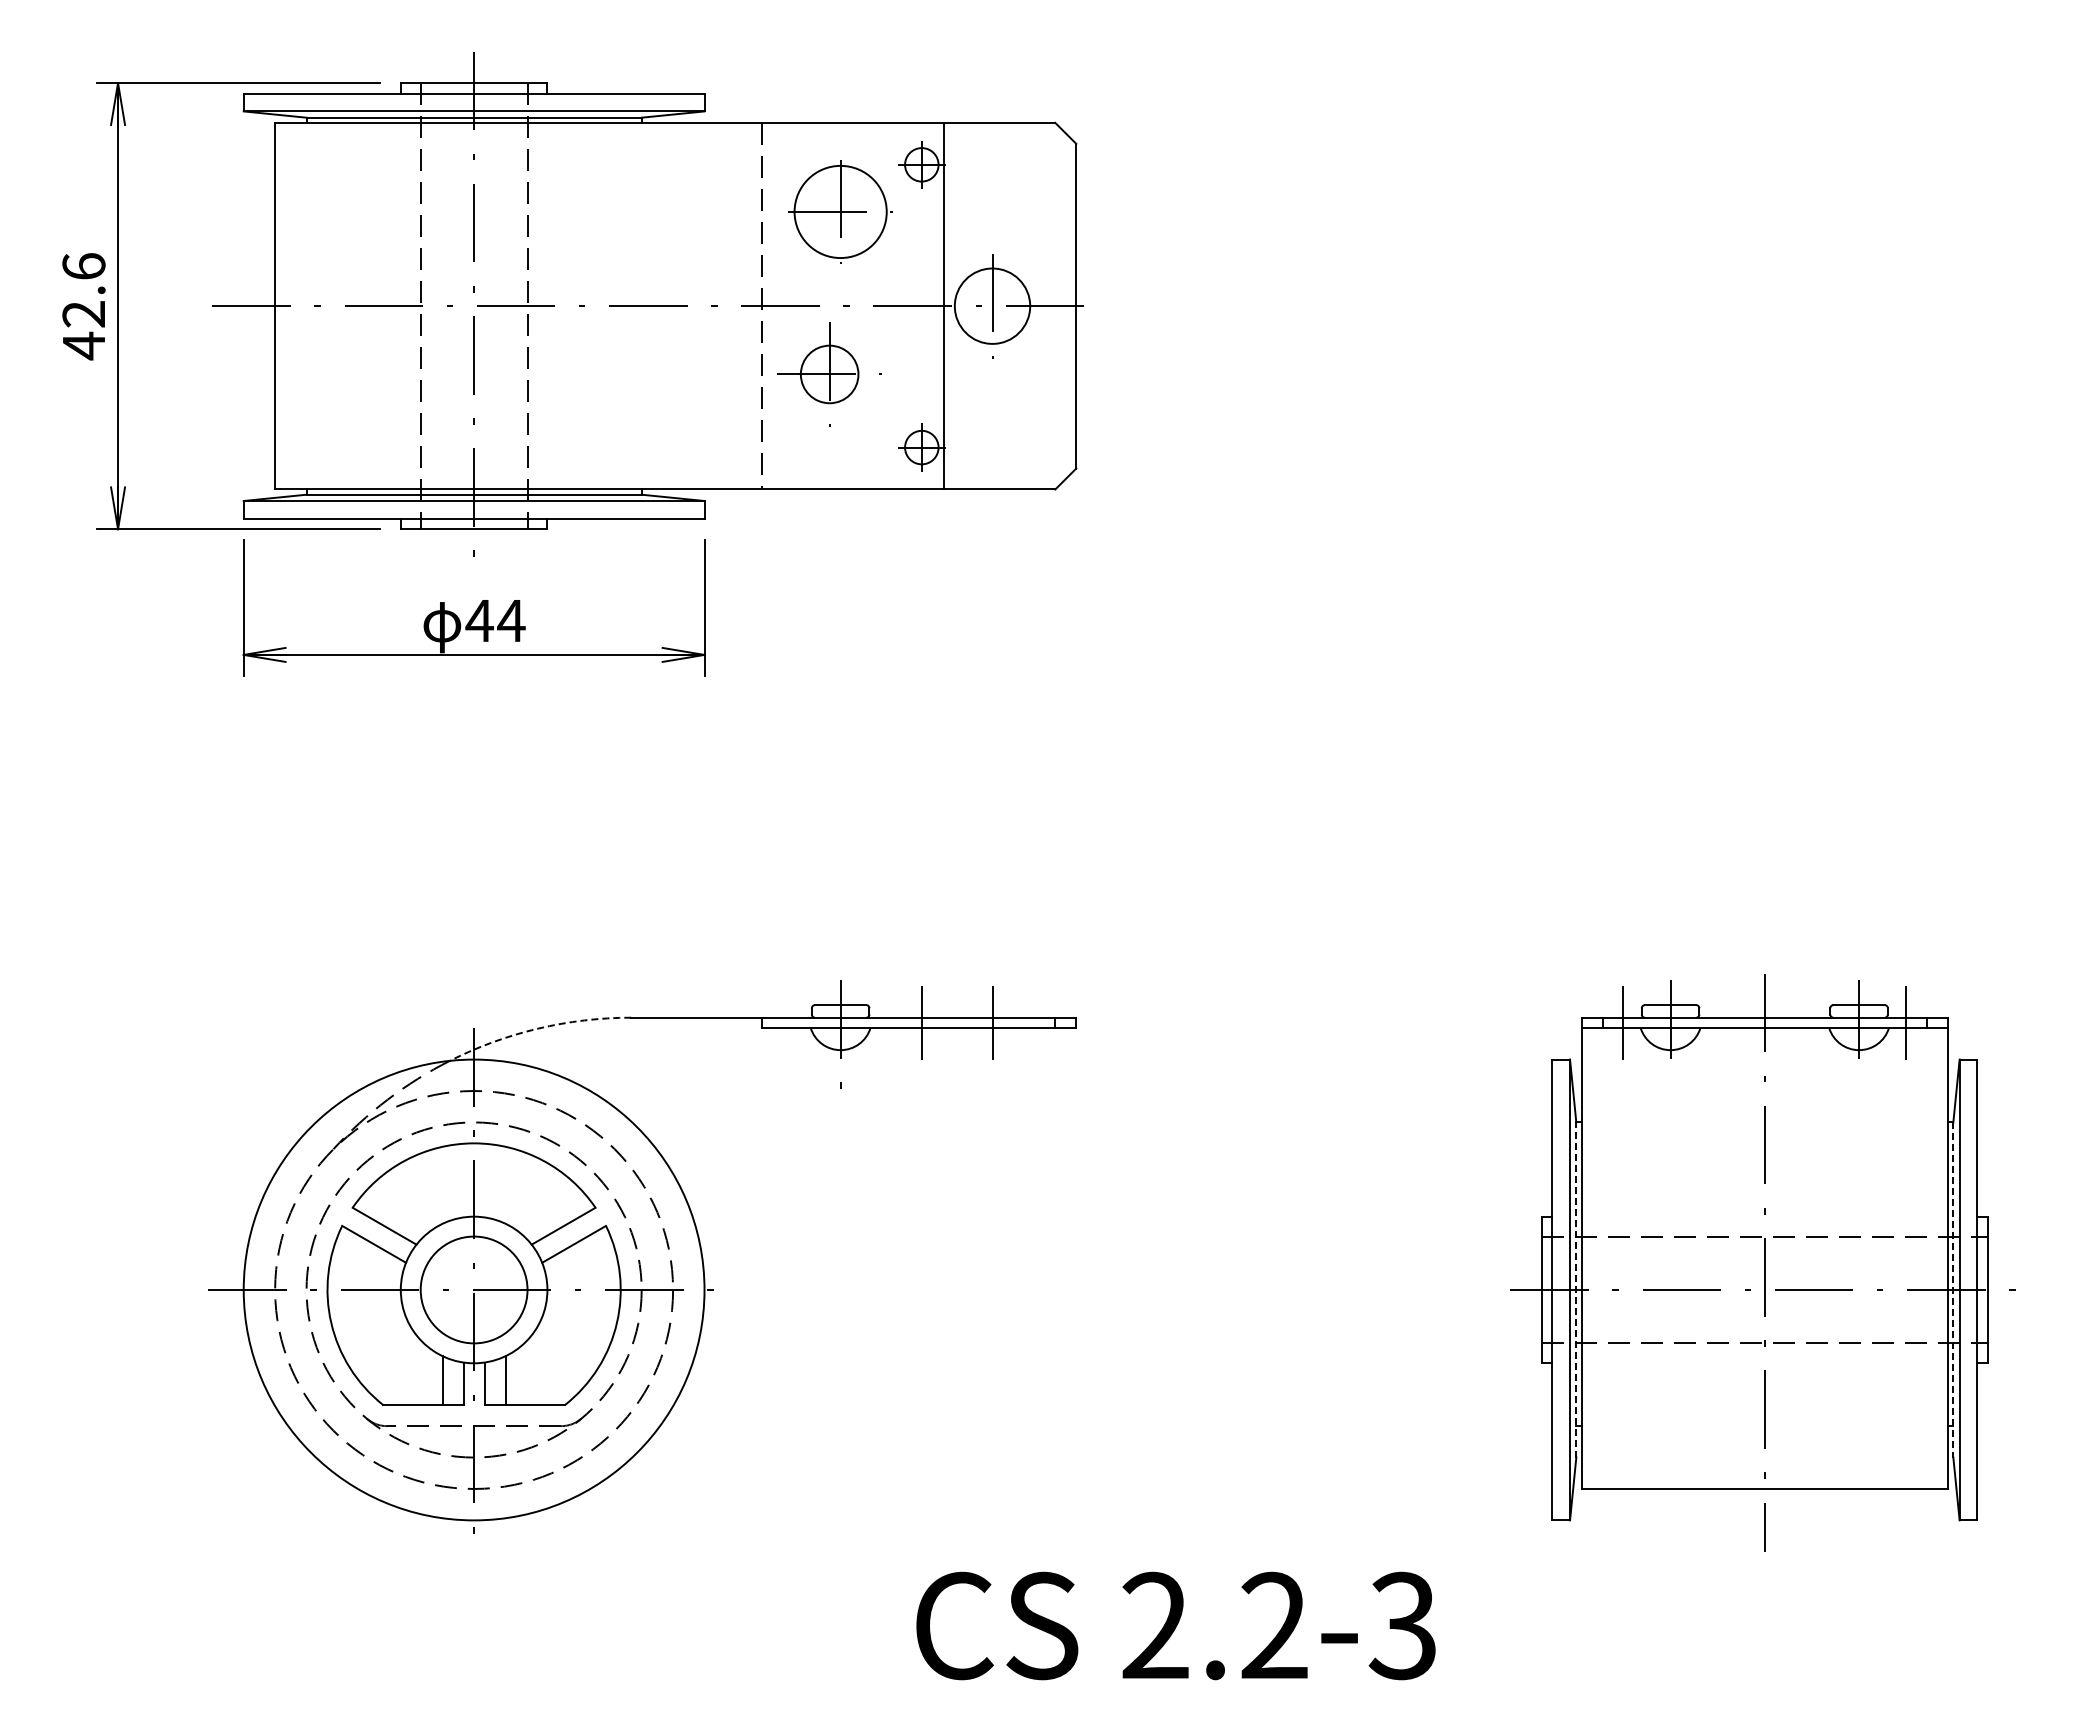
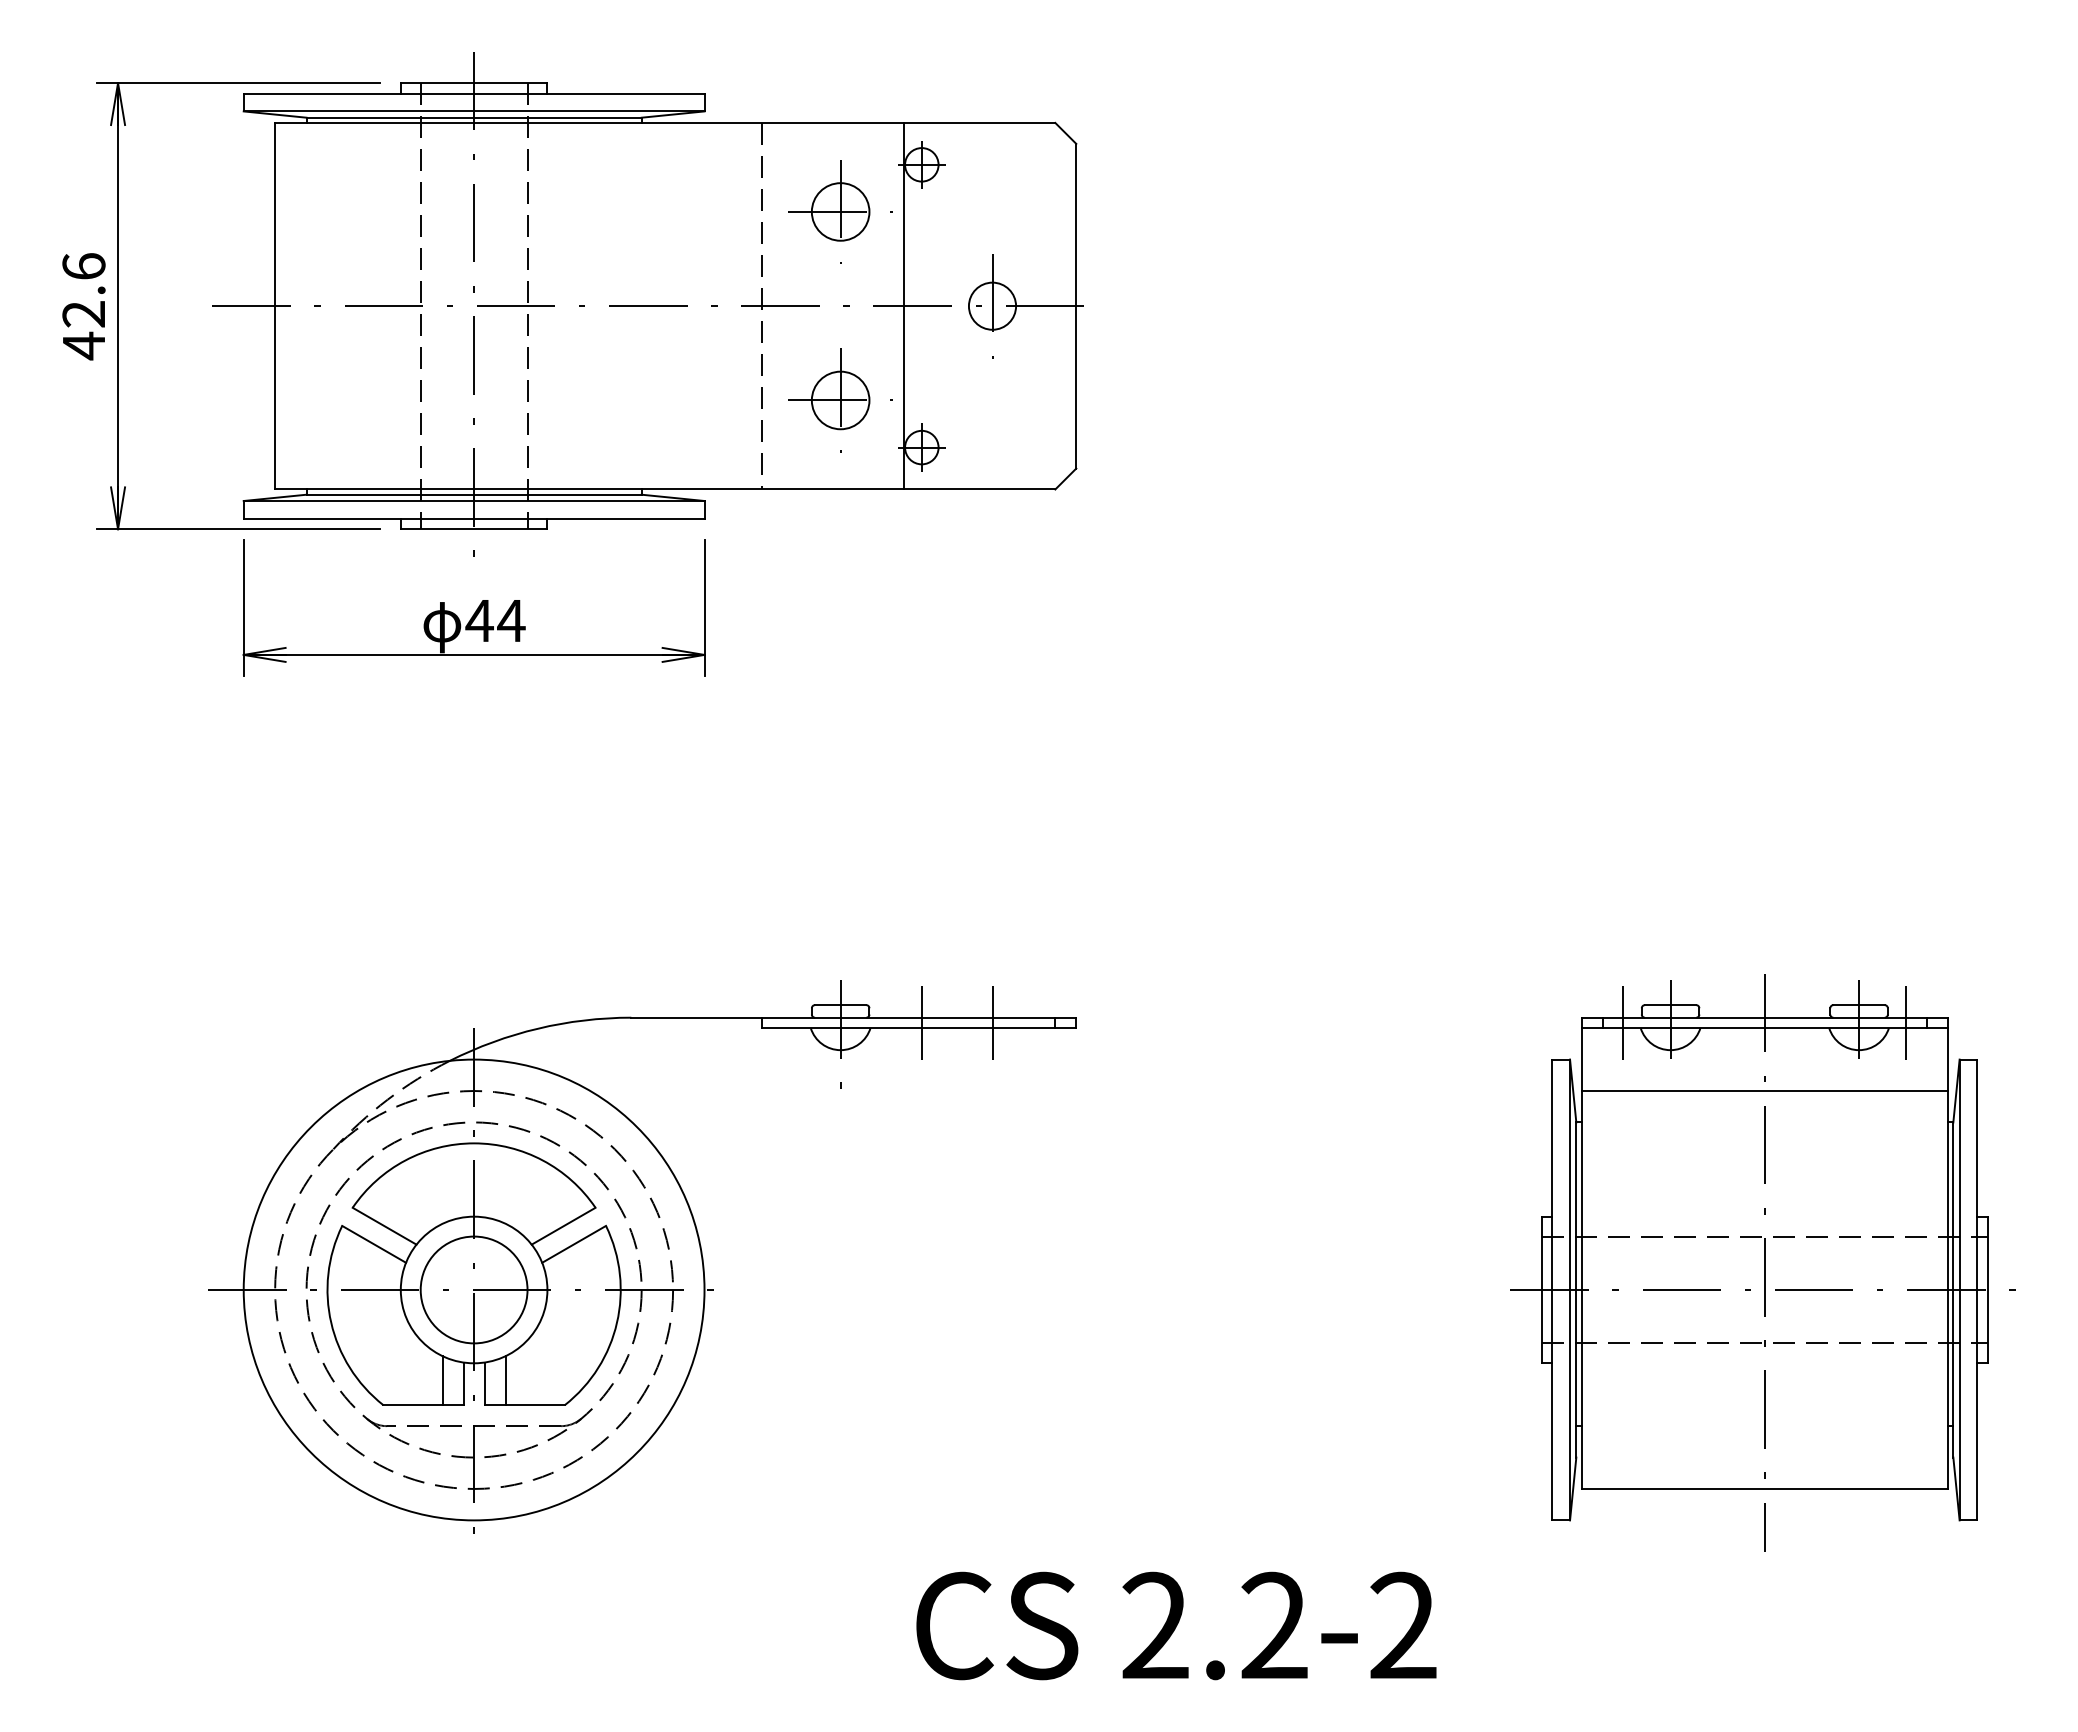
circle at (840, 211) diameter: 92 px -> 58 px
line at (943, 305) position: (943, 305) -> (903, 305)
circle at (992, 305) diameter: 75 px -> 47 px
part at (829, 374) position: (829, 374) -> (840, 400)
arc at (538, 1028): dashed -> solid
line at (1764, 1091): none -> present
line at (1576, 1289): dashed -> solid
line at (1953, 1289): dashed -> solid
text at (1402, 1626): 2.2-3 -> 2.2-2
